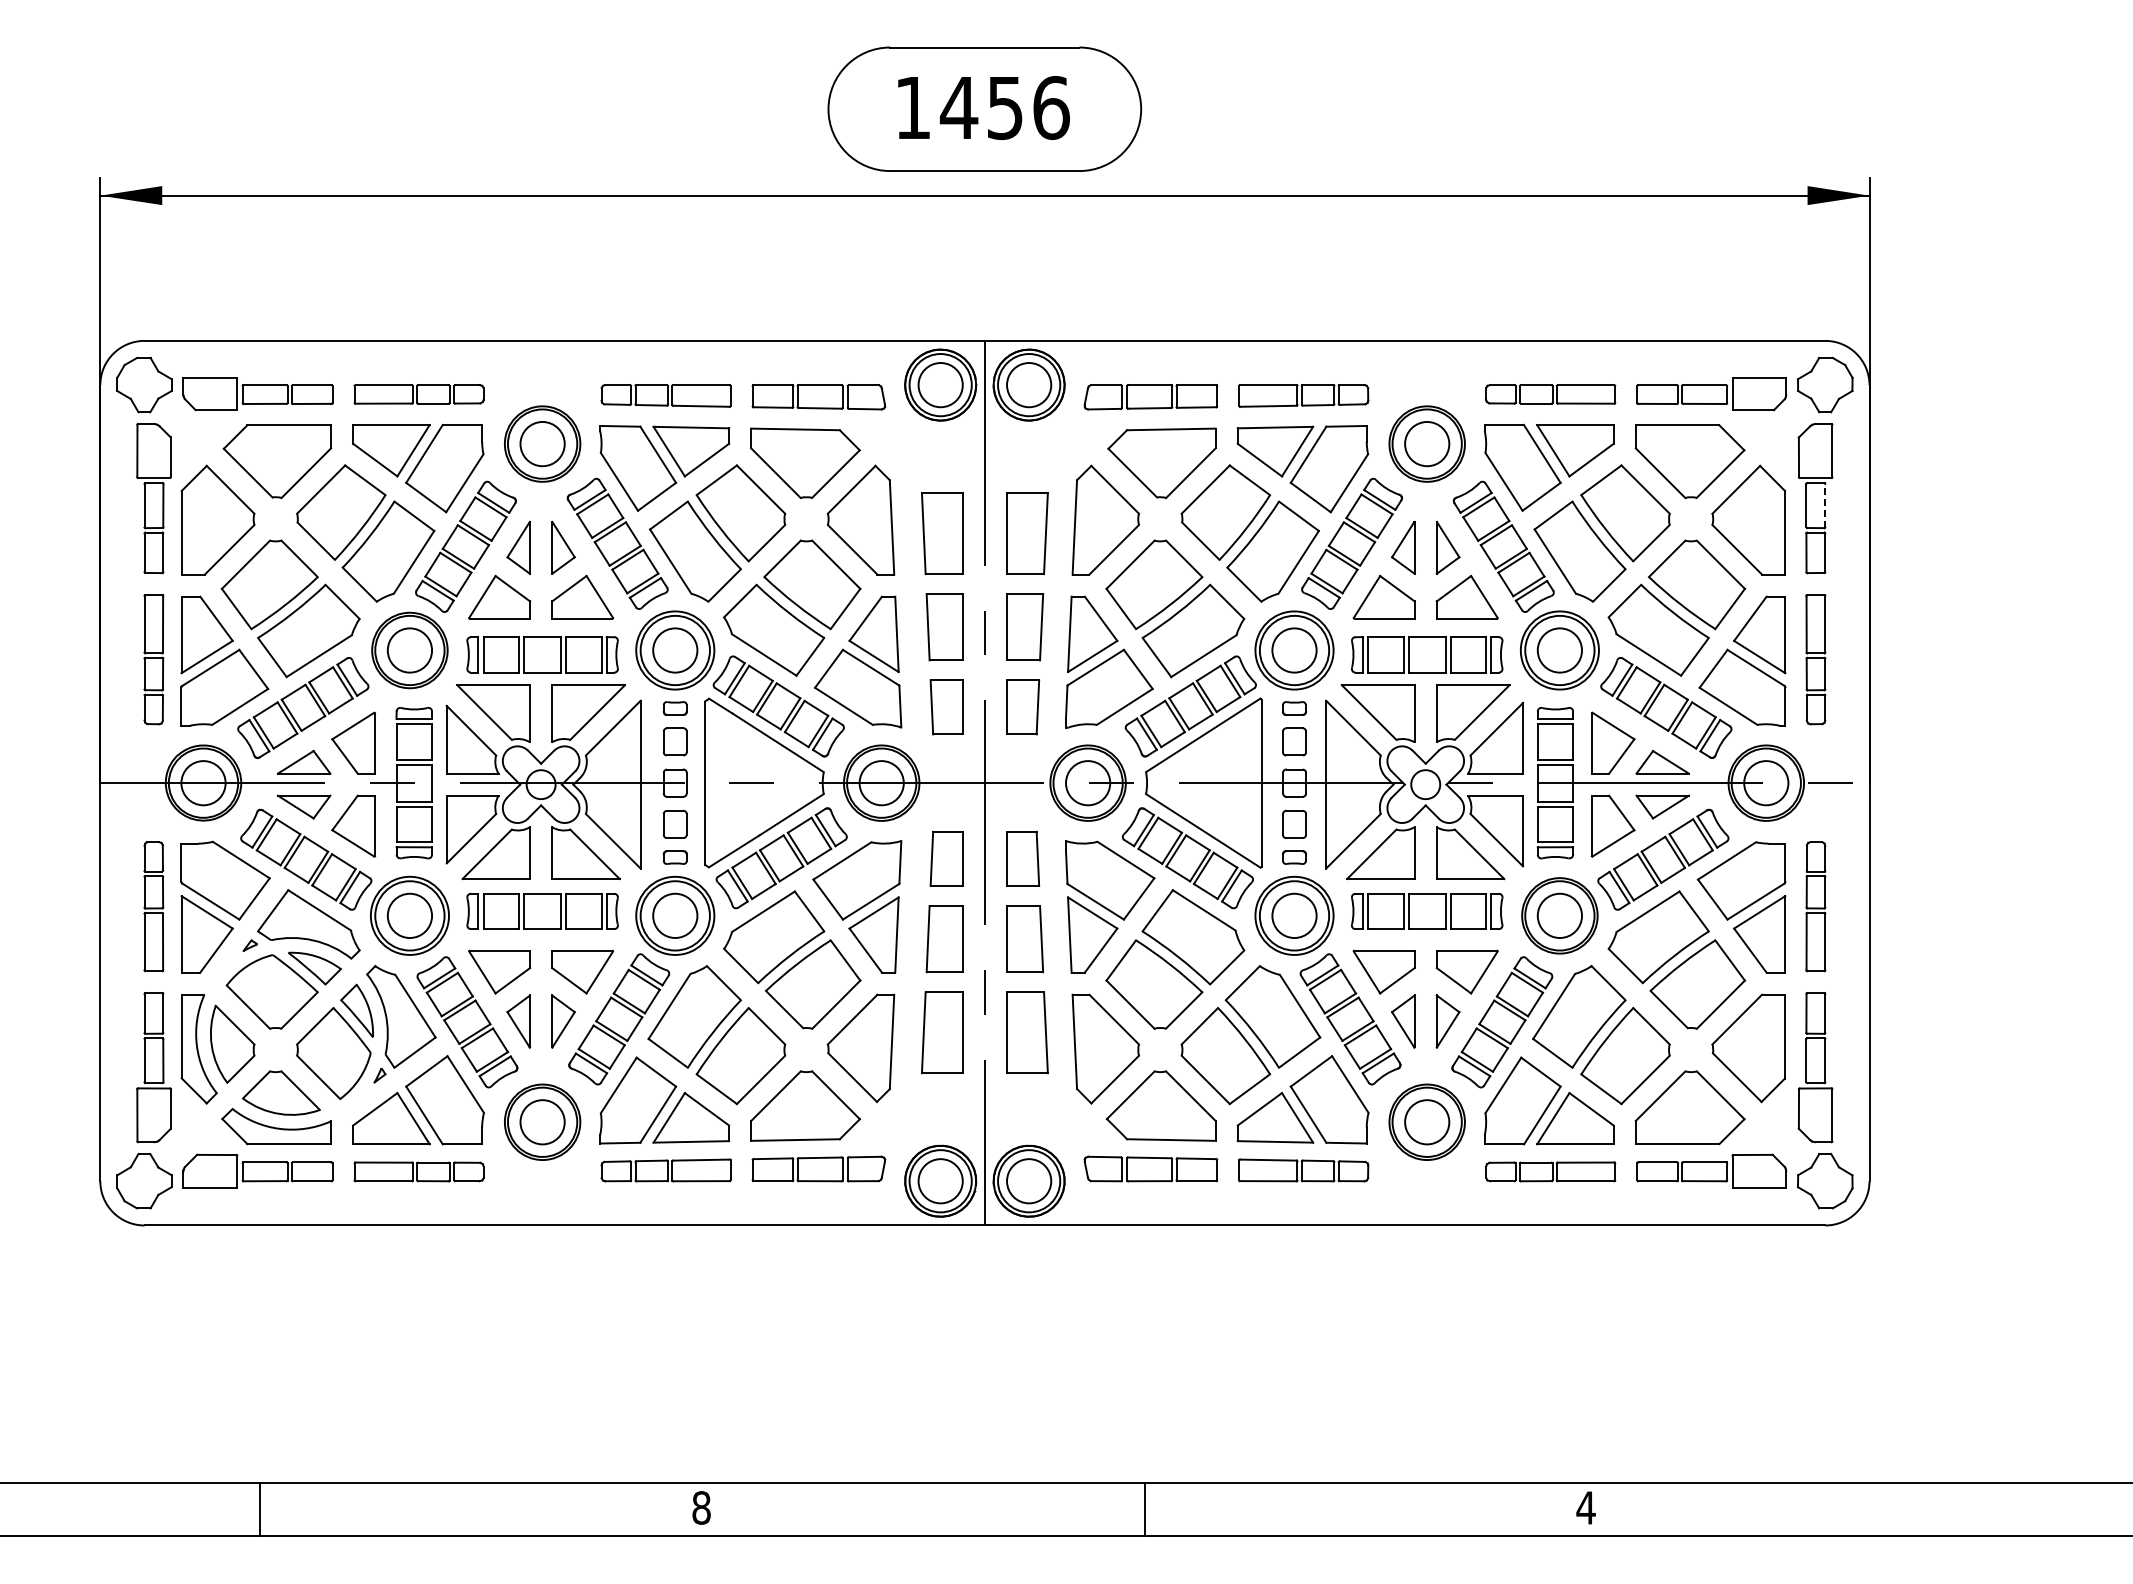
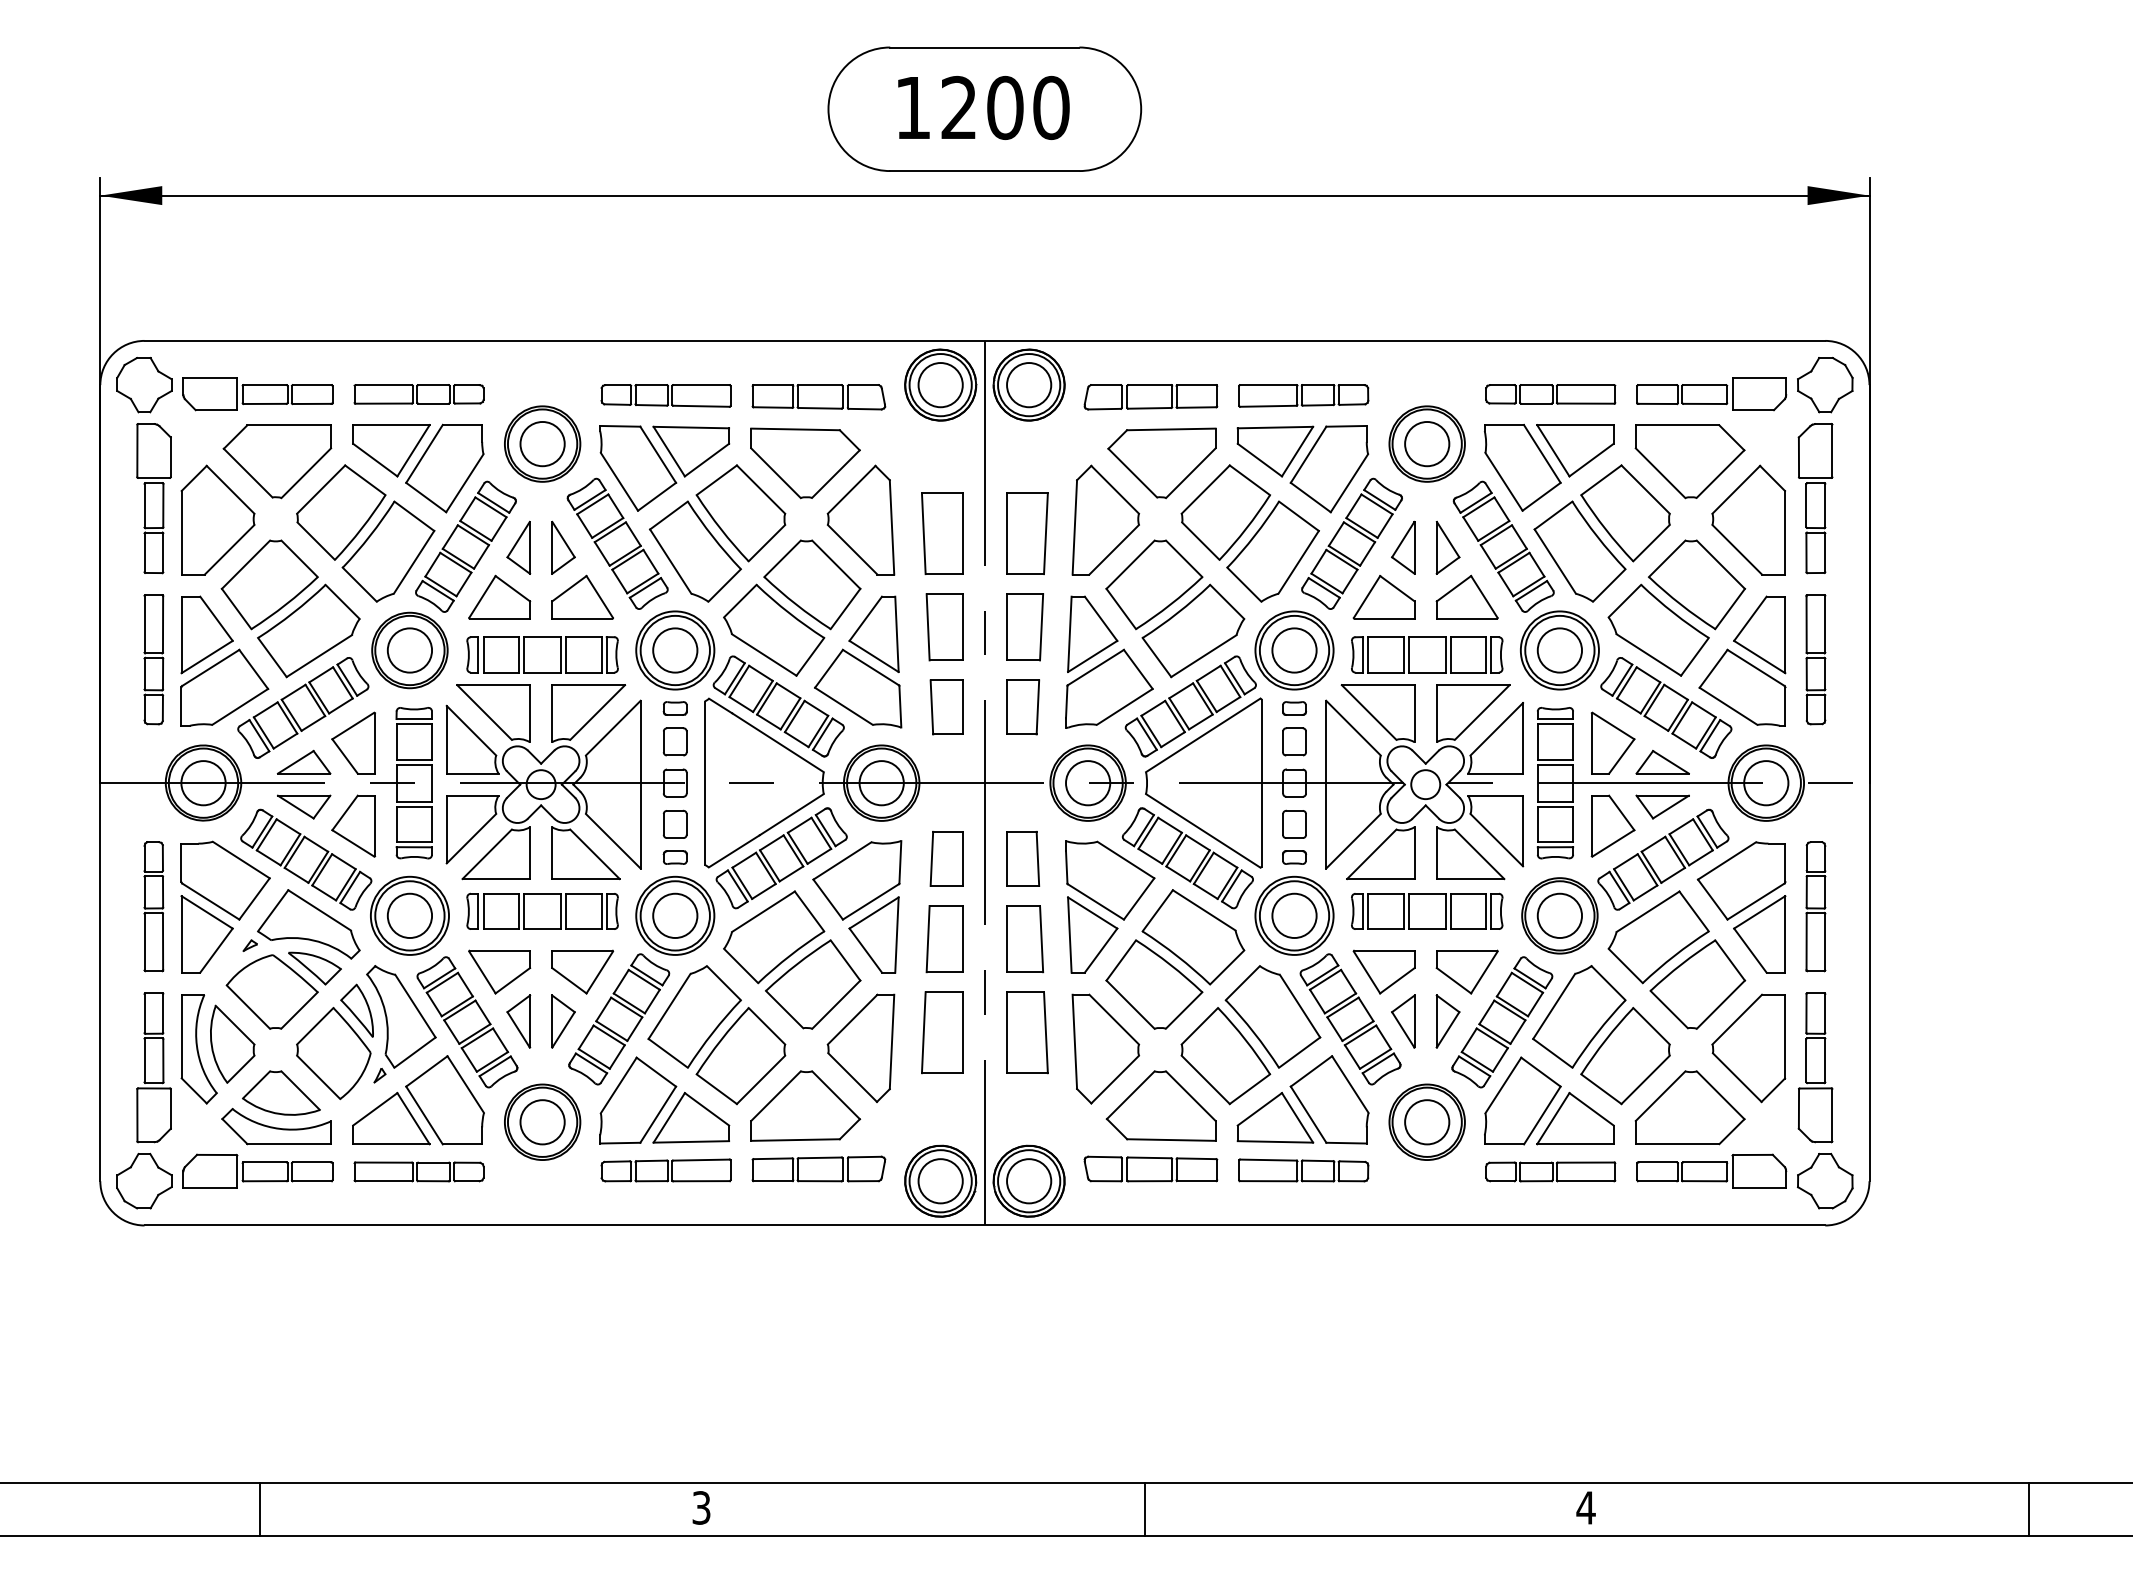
text at (1004, 107): 1456 -> 1200
line at (1825, 505): dashed -> solid
text at (701, 1507): 8 -> 3
line at (2029, 1509): none -> present
